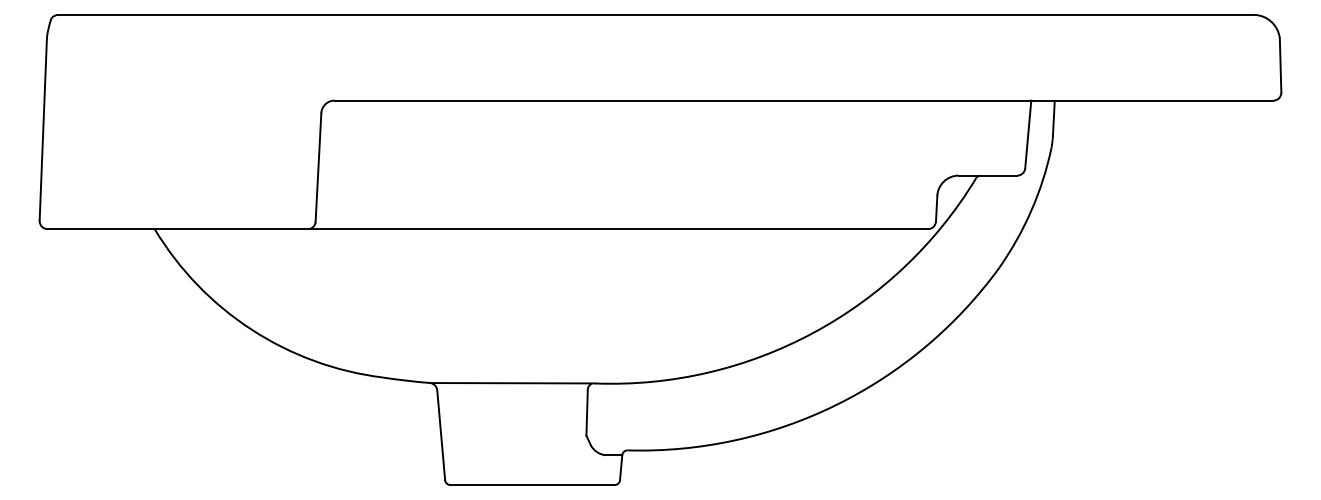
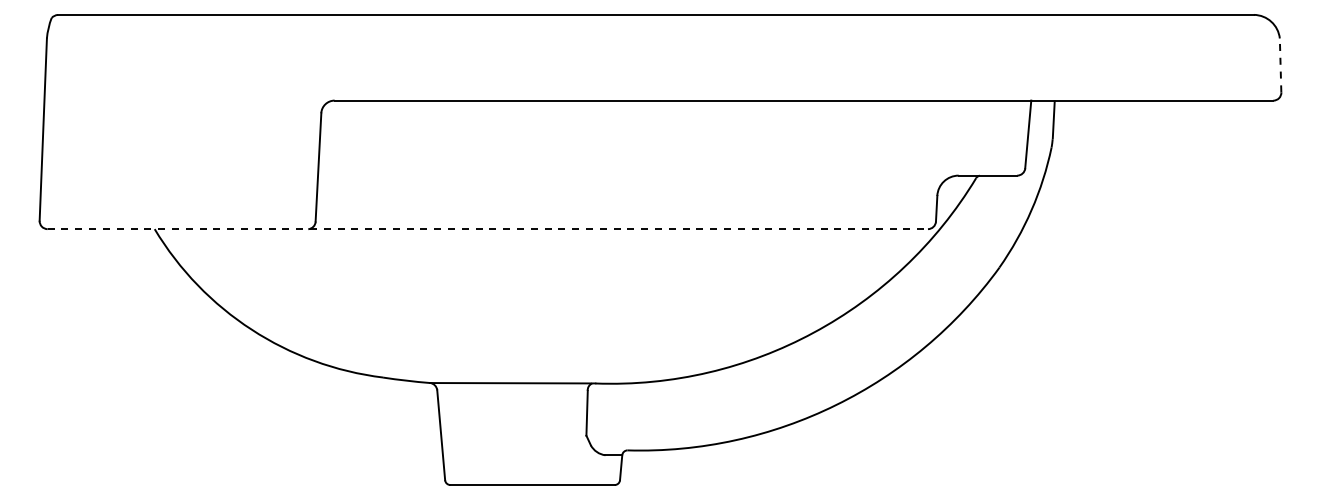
line at (1280, 65): solid -> dashed
line at (488, 229): solid -> dashed
